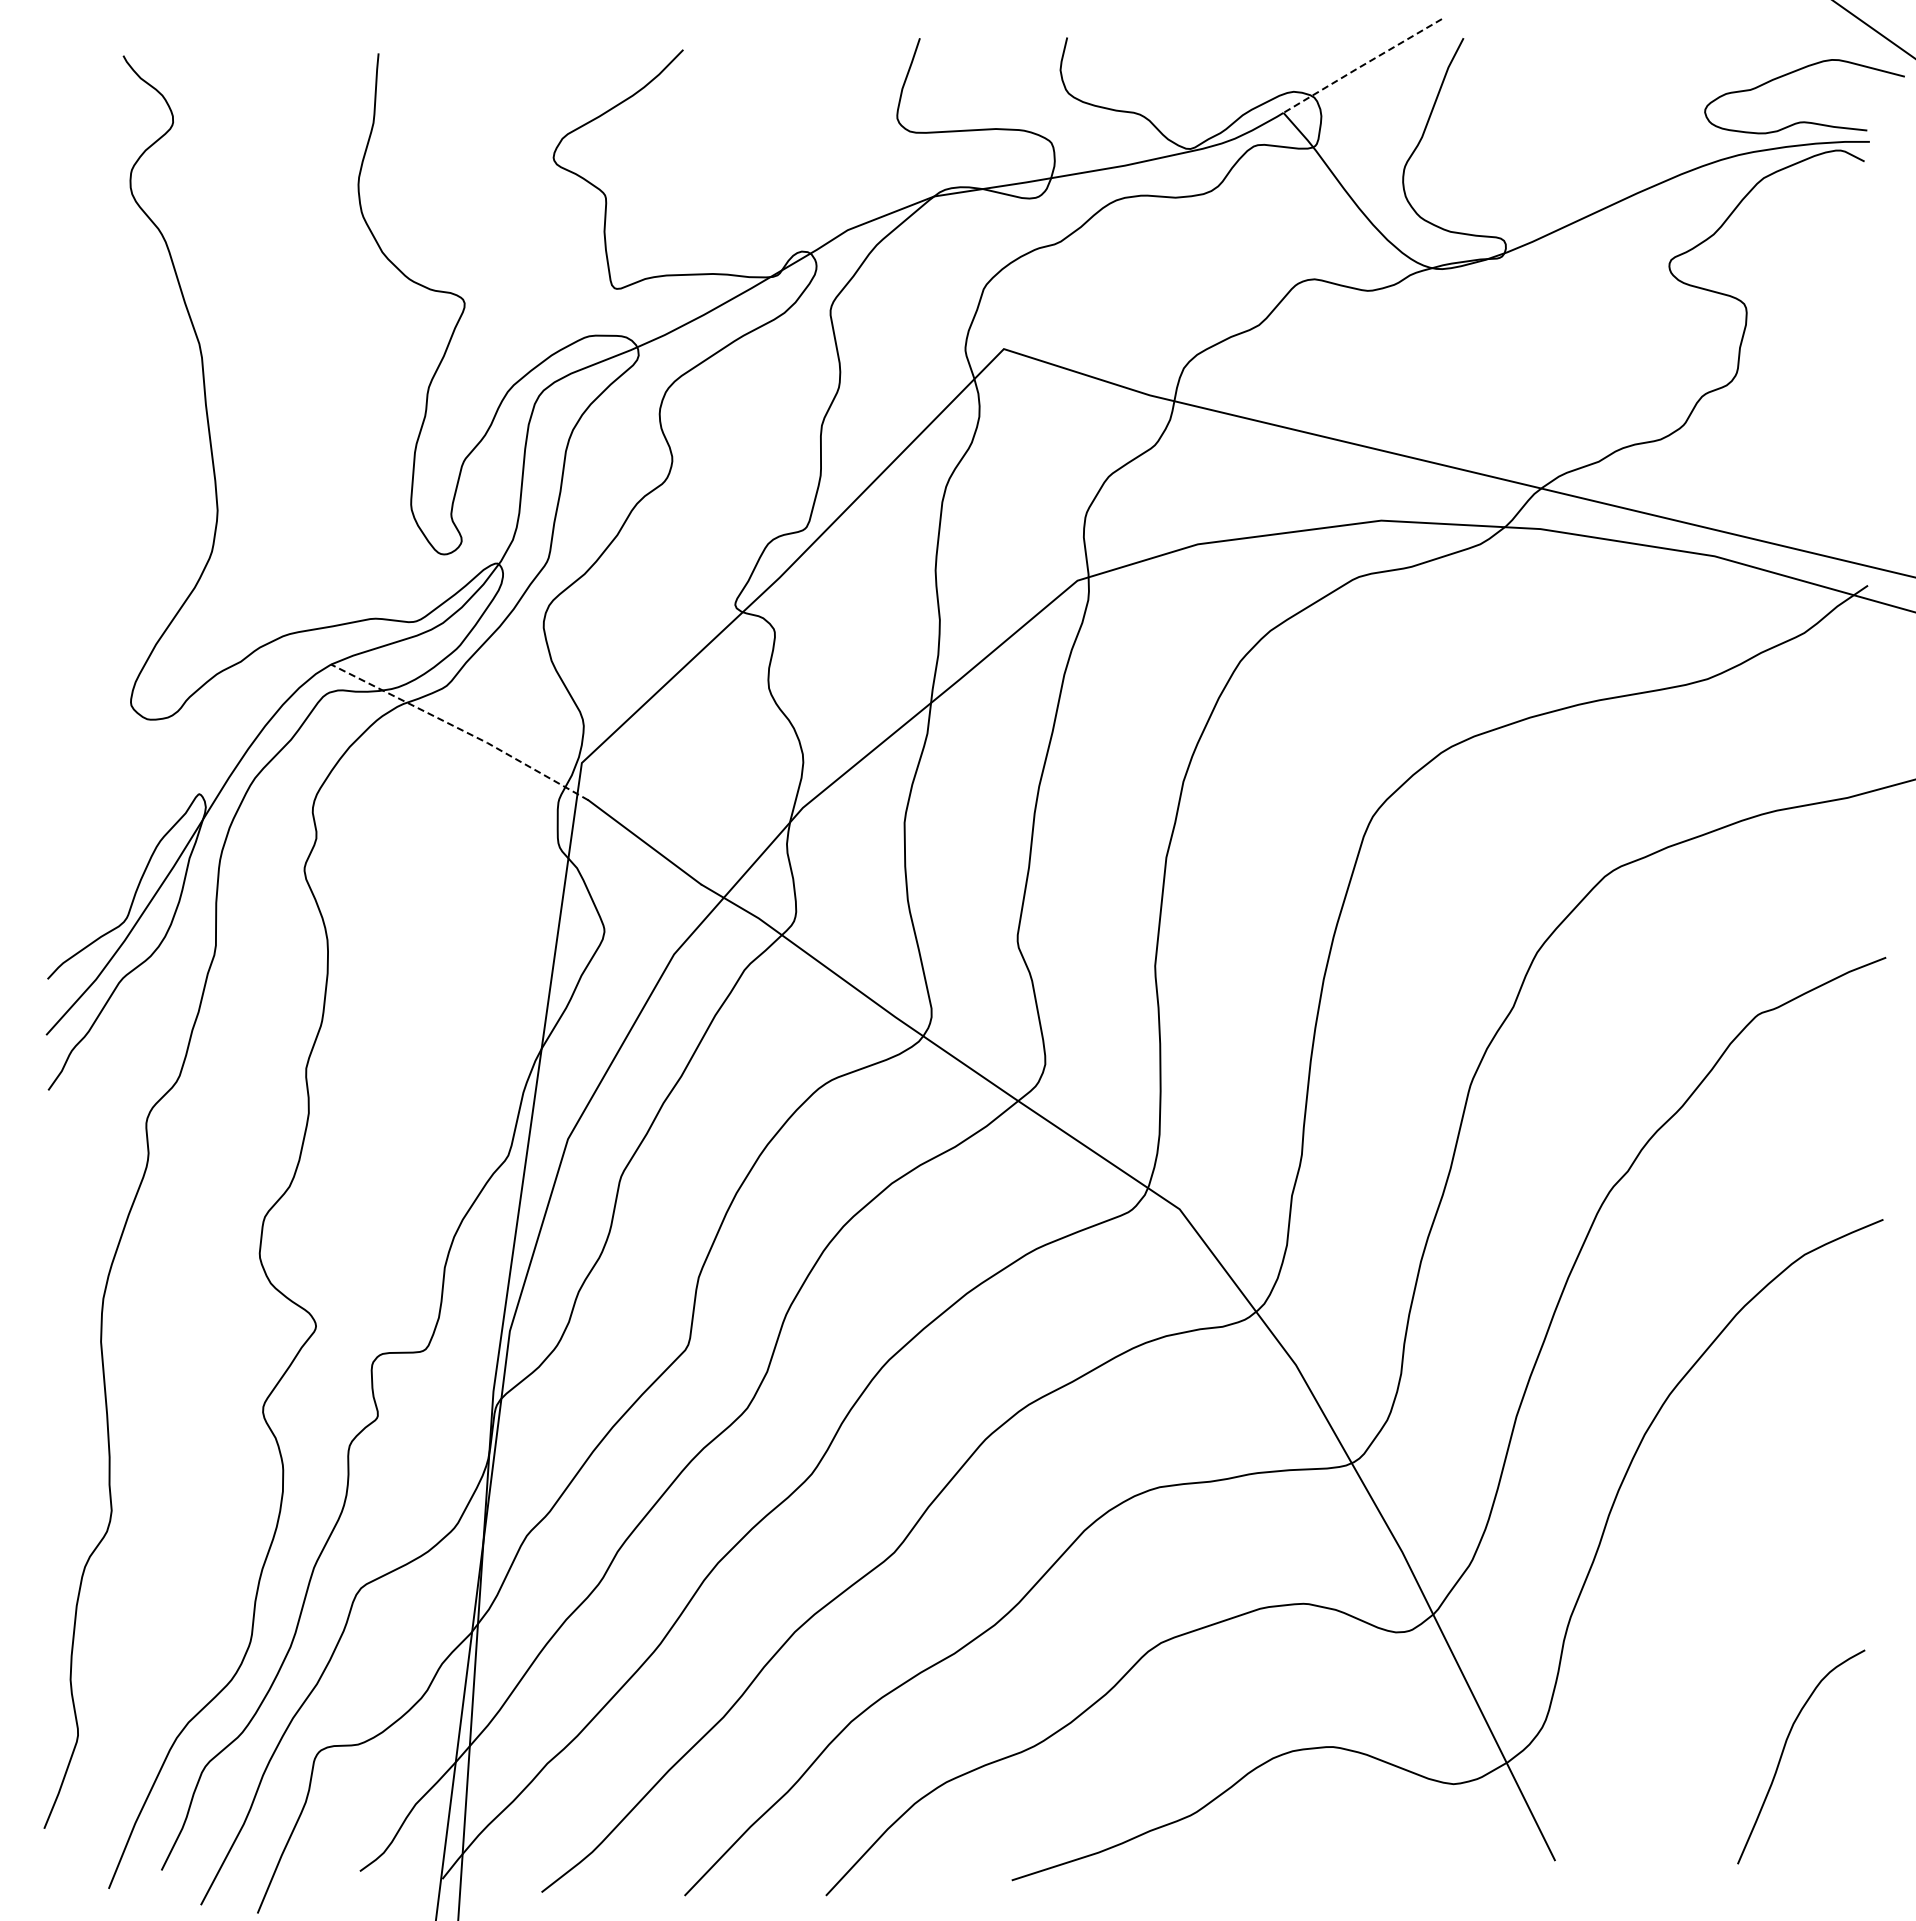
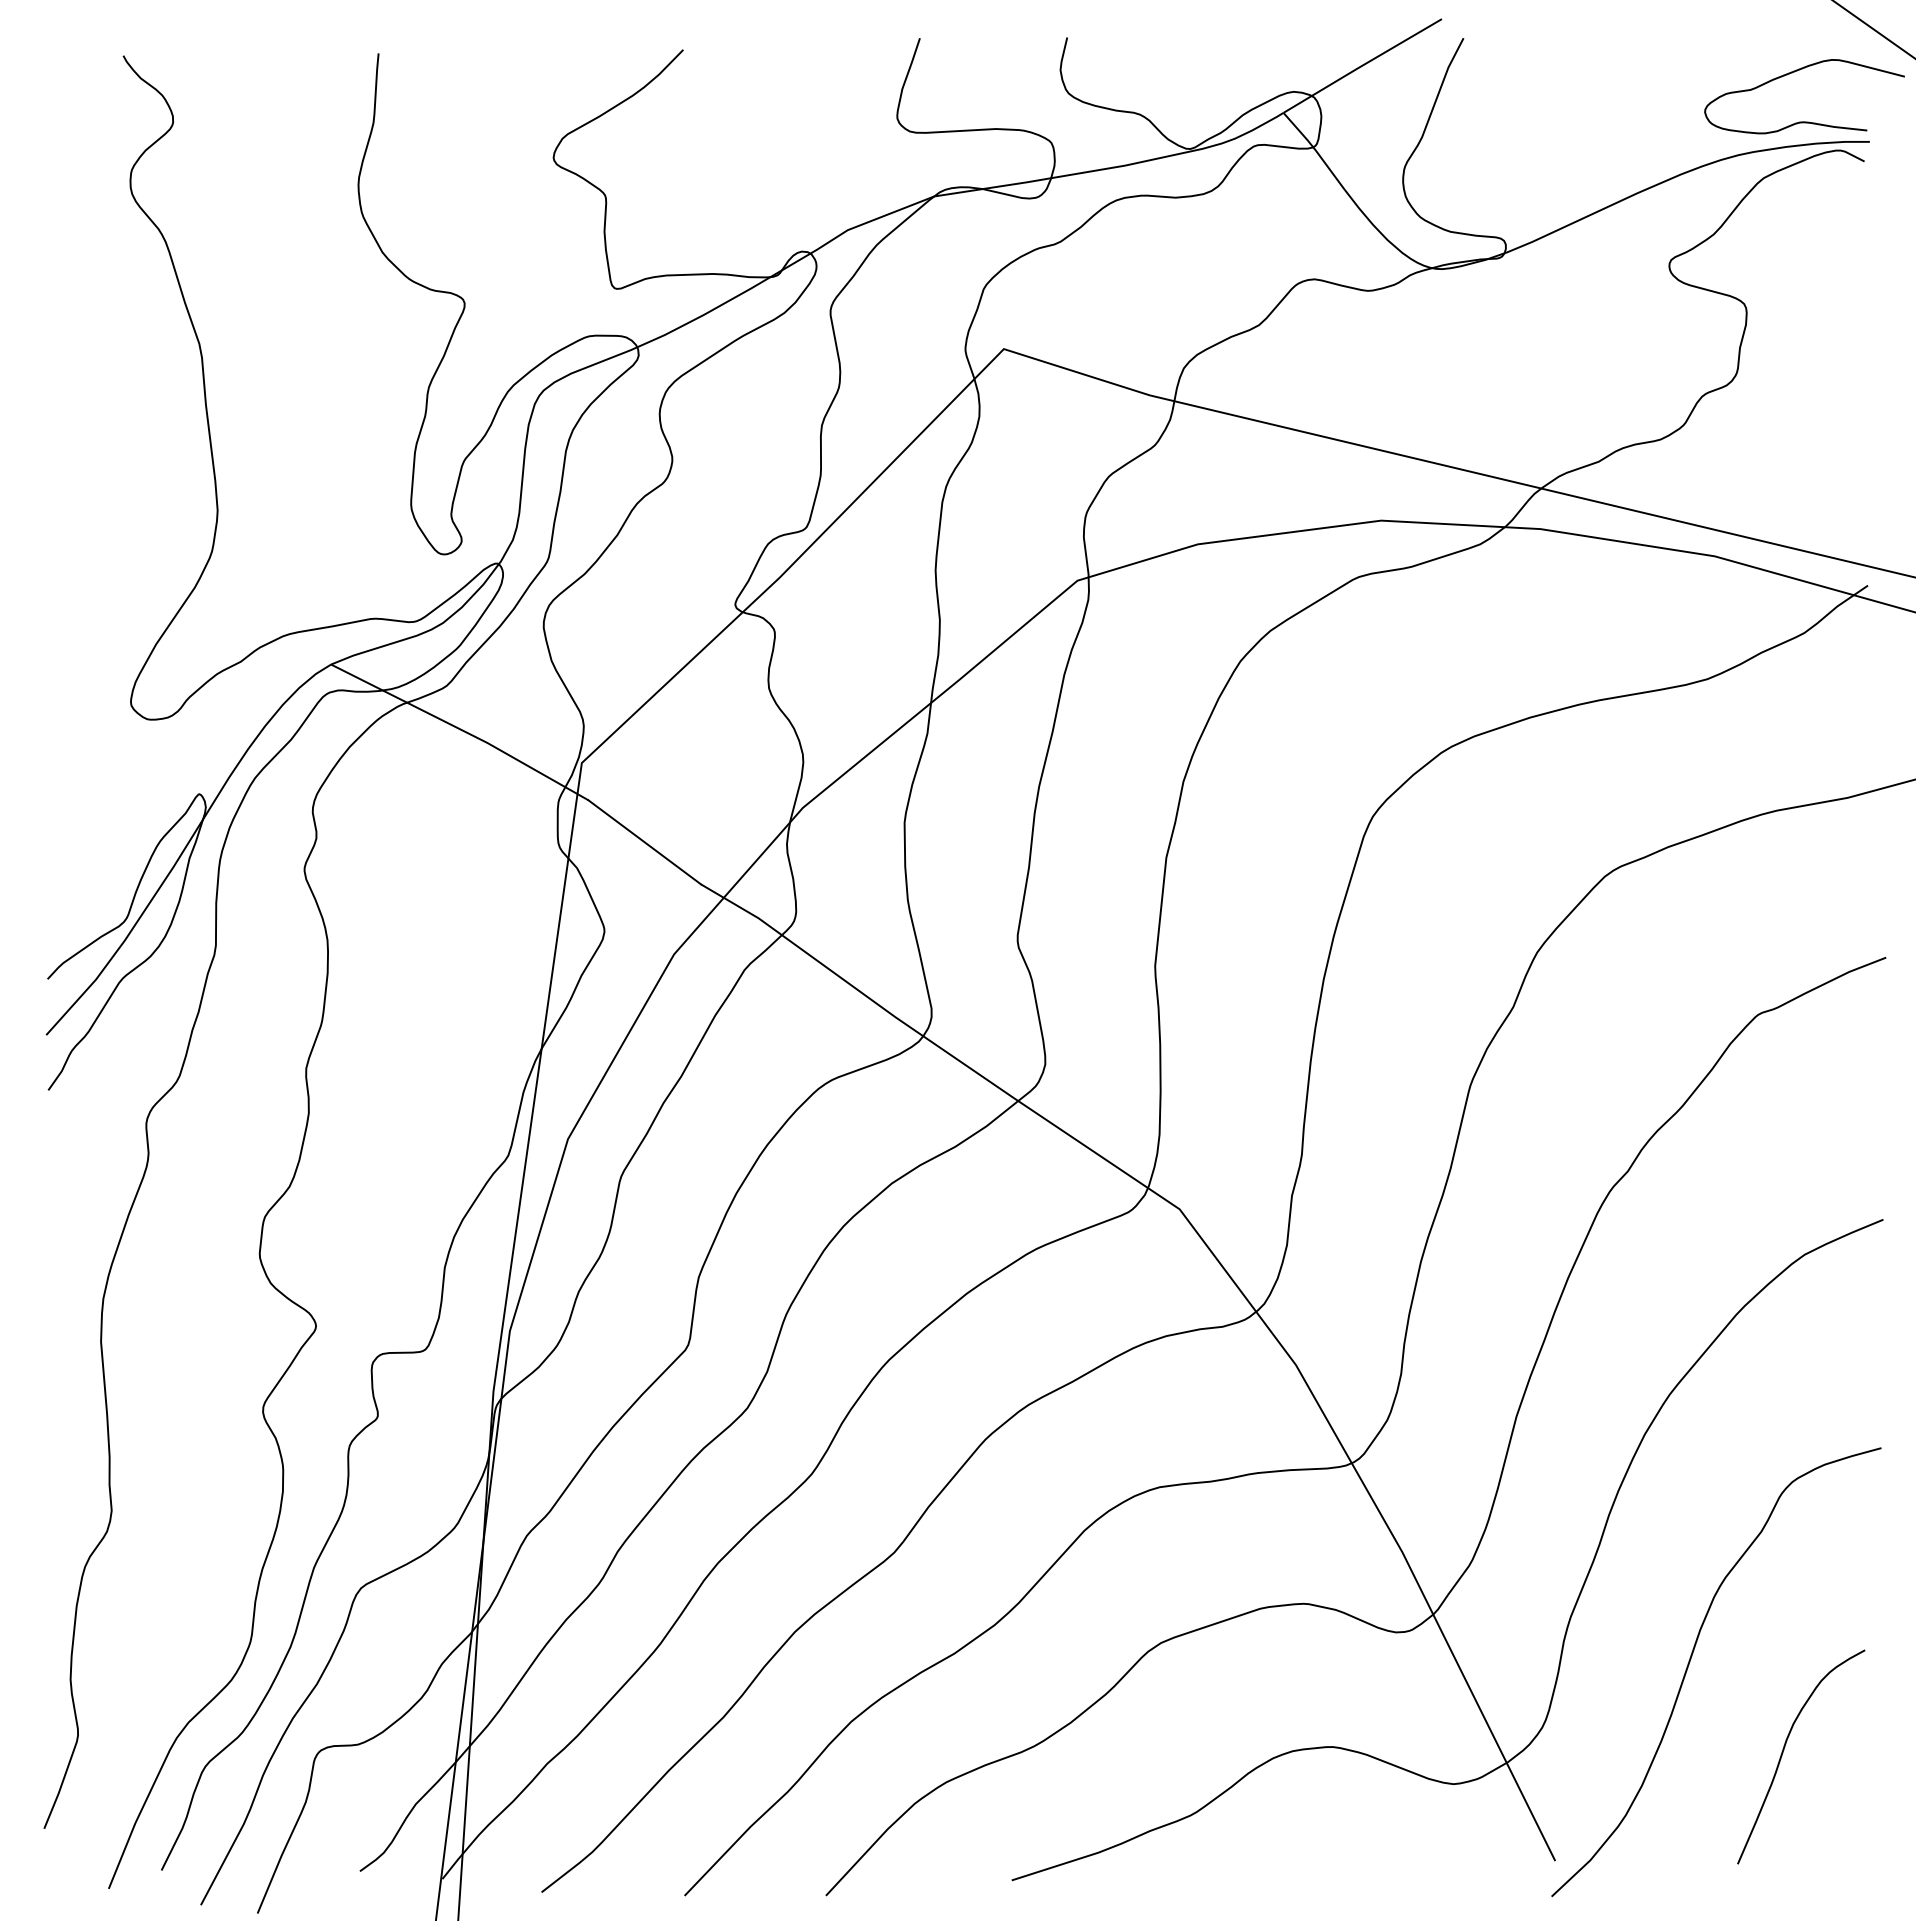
line at (1361, 66): dashed -> solid
line at (461, 729): dashed -> solid
curve at (1690, 1662): none -> present
